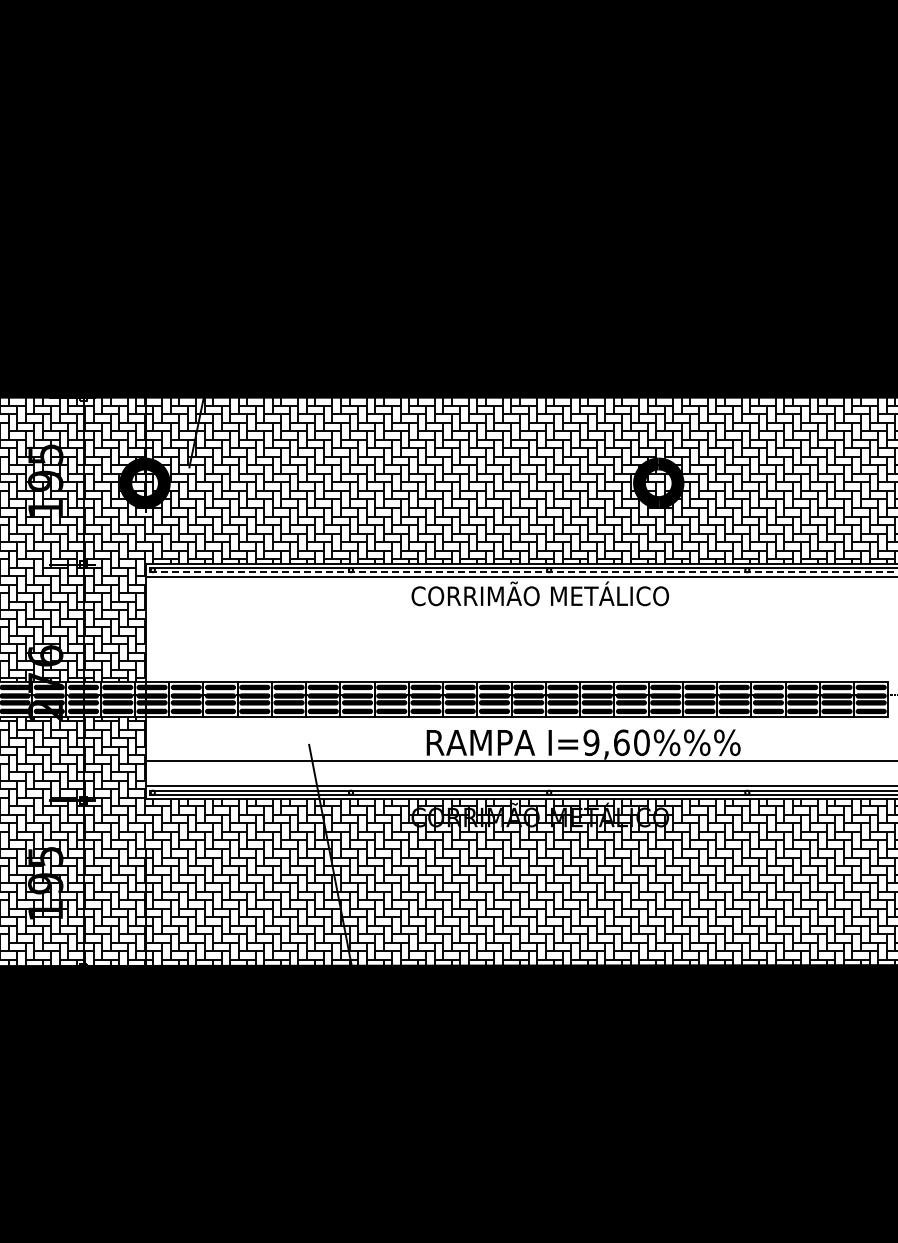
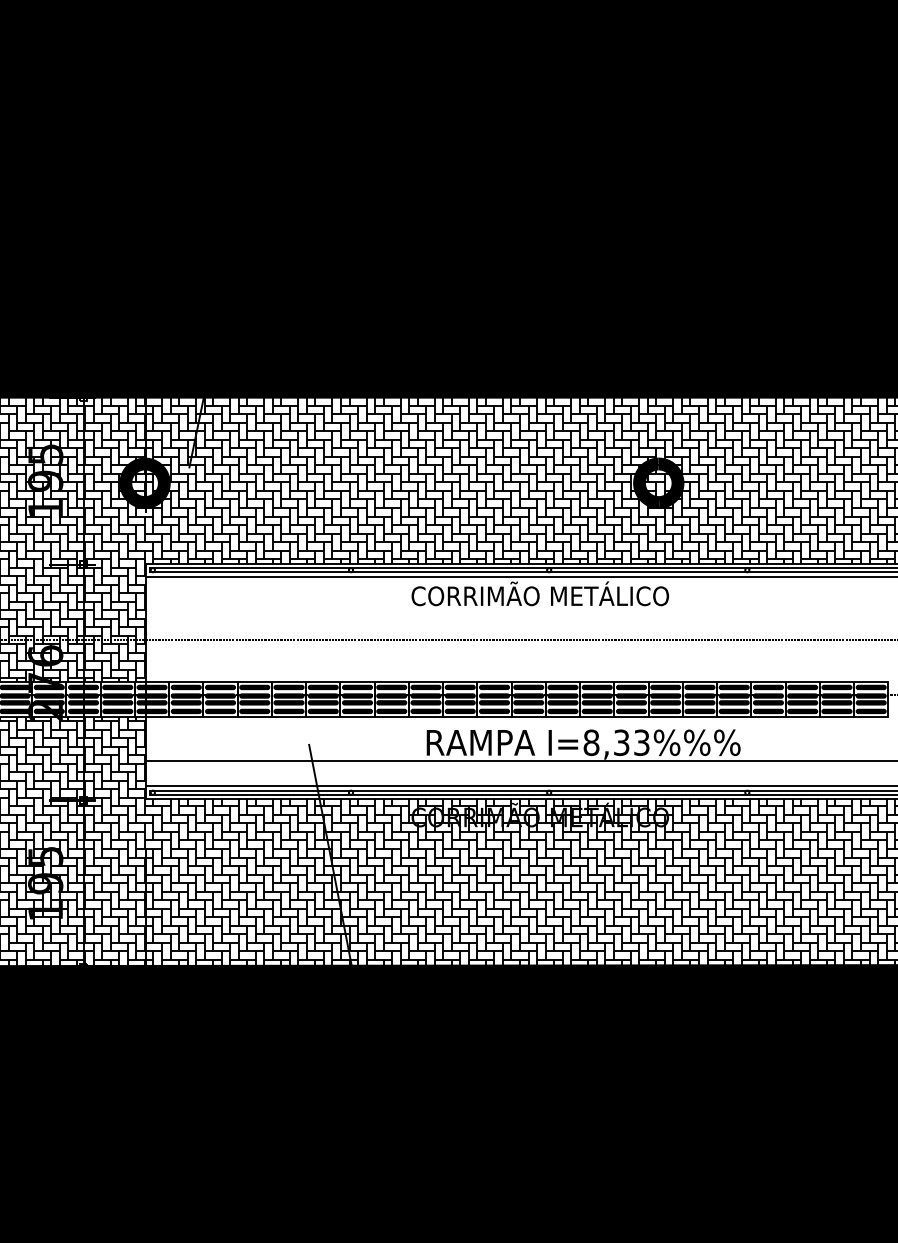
line at (524, 572): dashed -> solid
line at (448, 639): none -> present
text at (616, 742): I=9,60%%% -> I=8,33%%%
